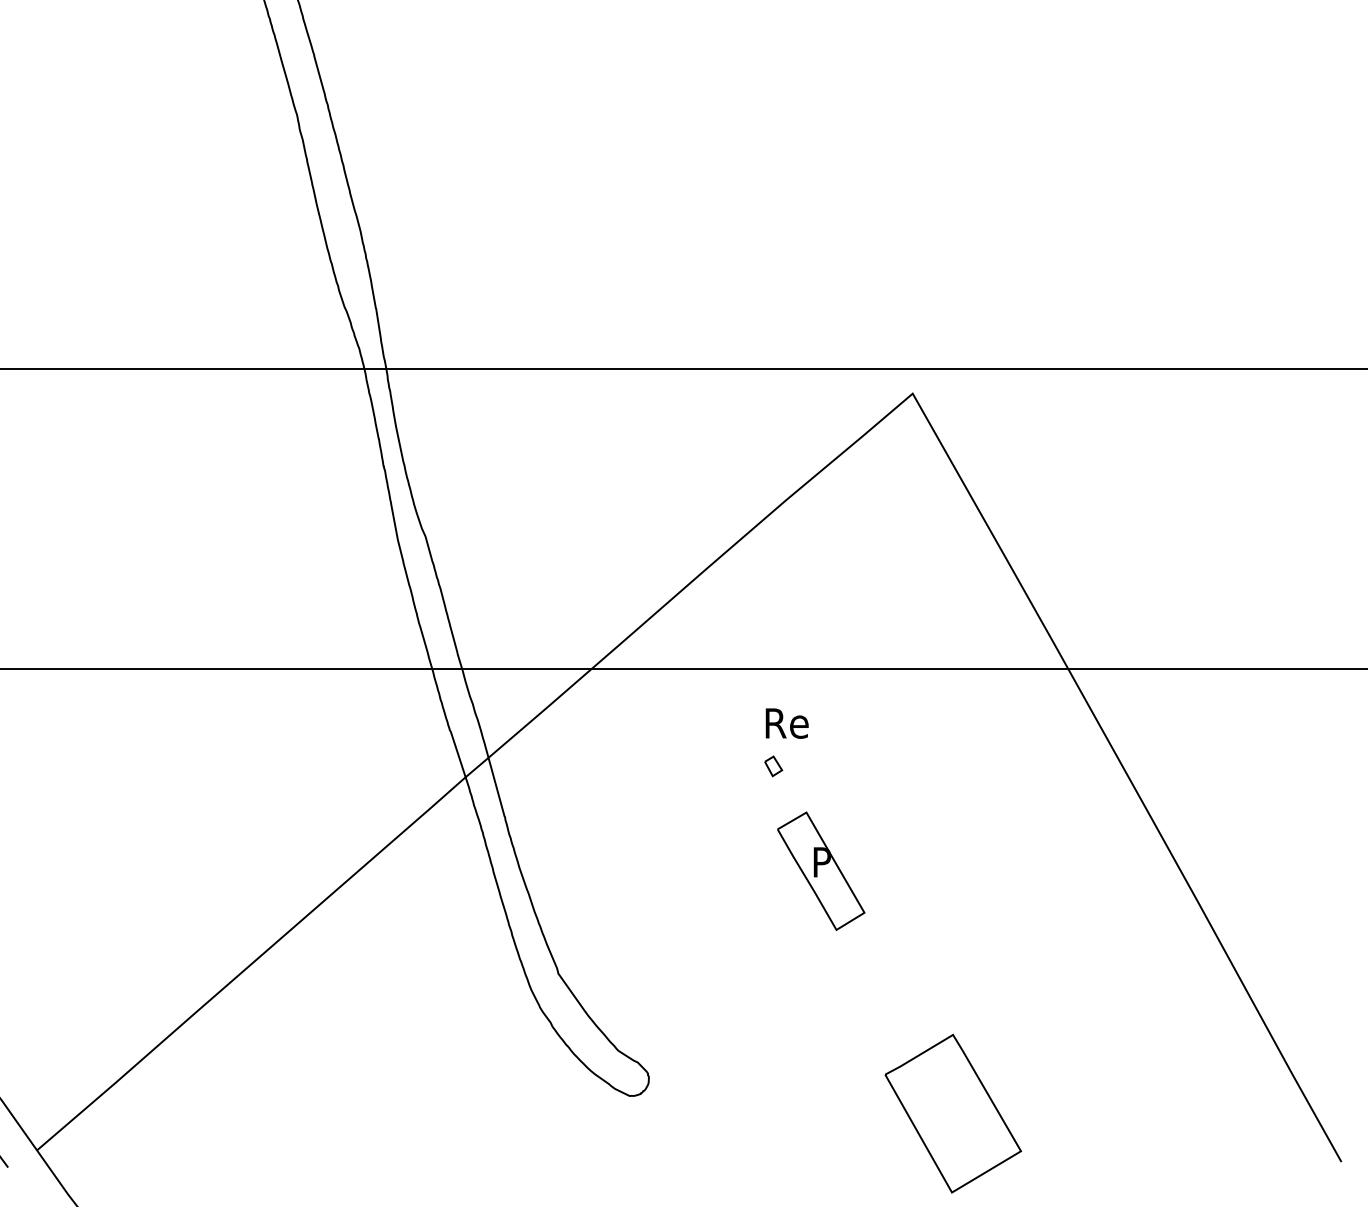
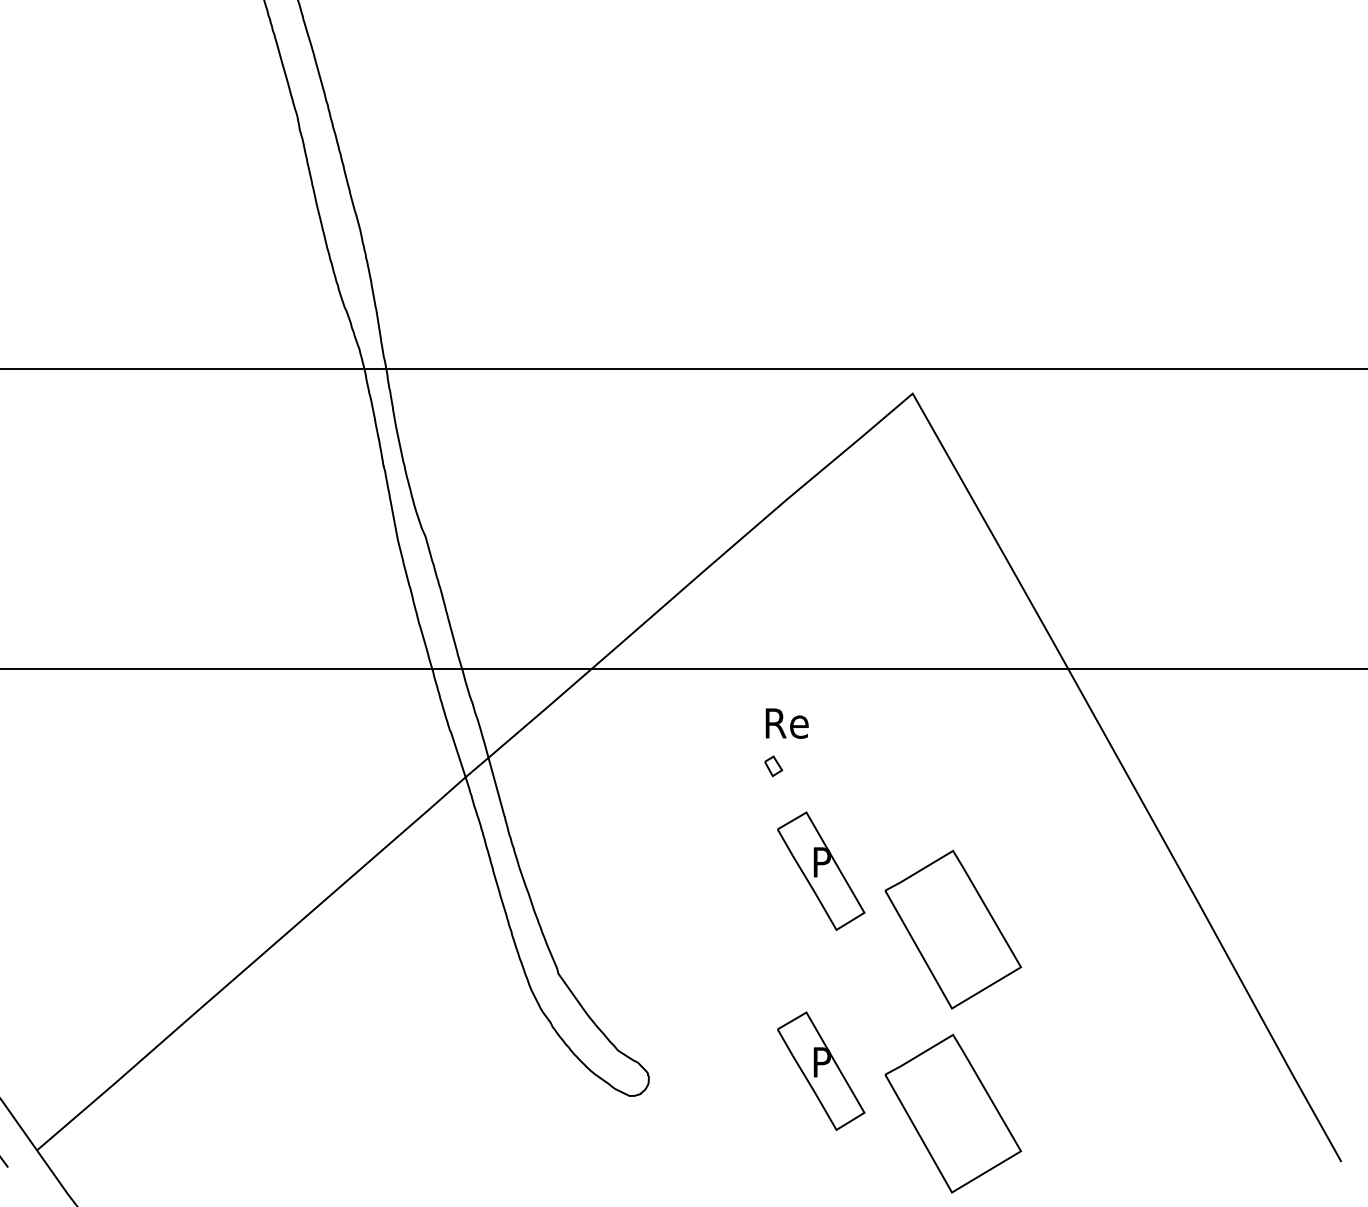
part at (953, 929): none -> present
part at (821, 1070): none -> present
